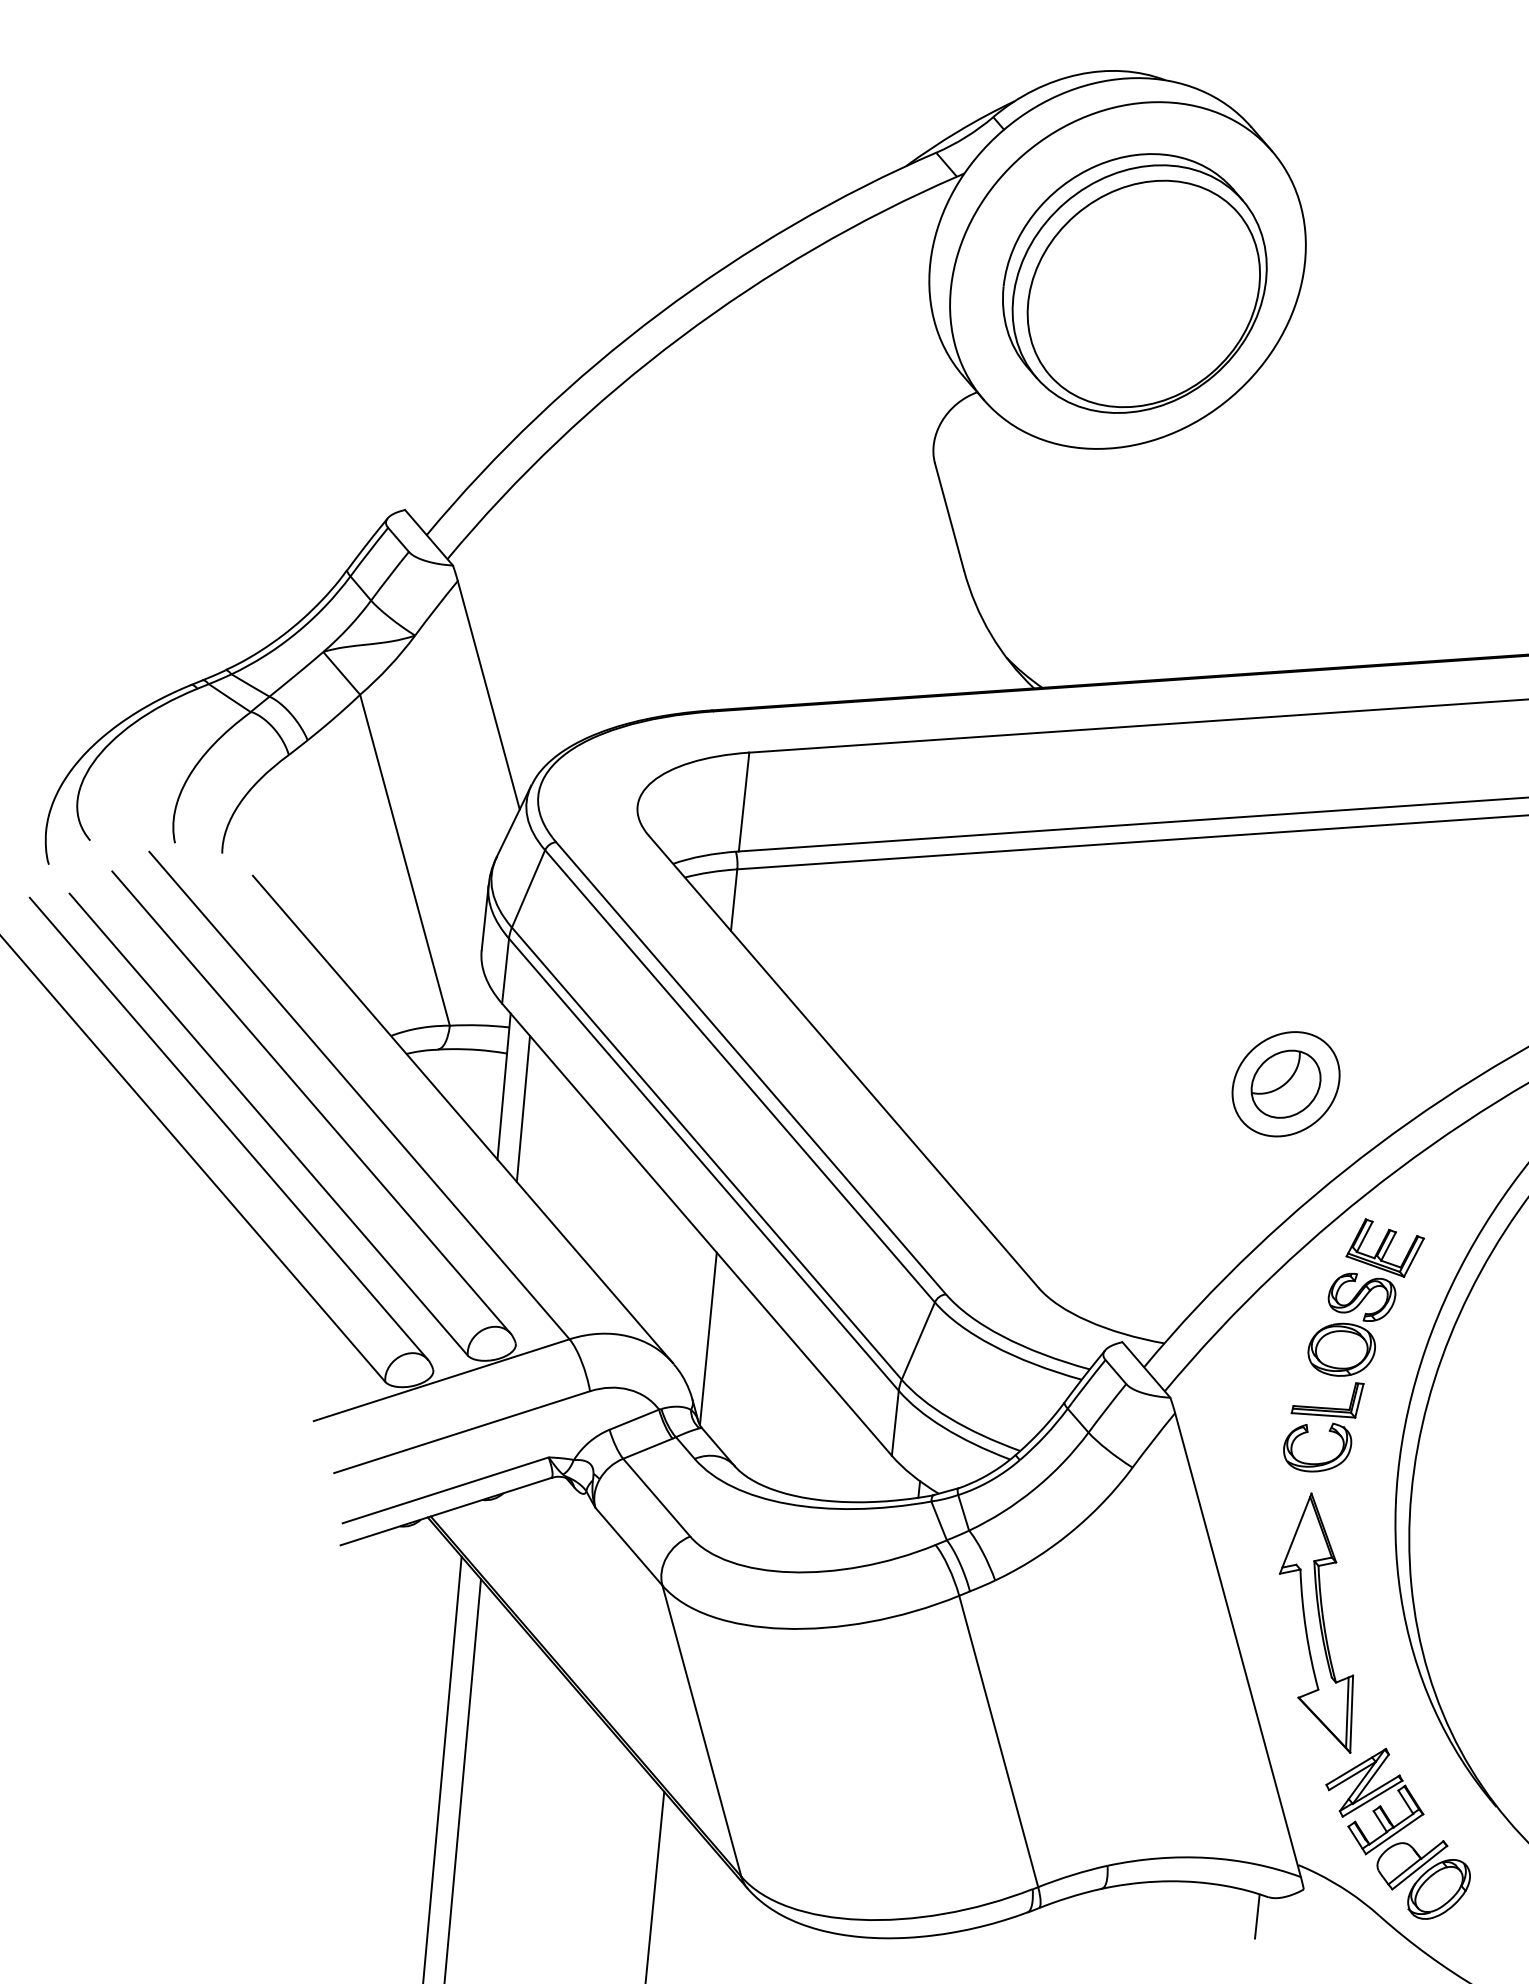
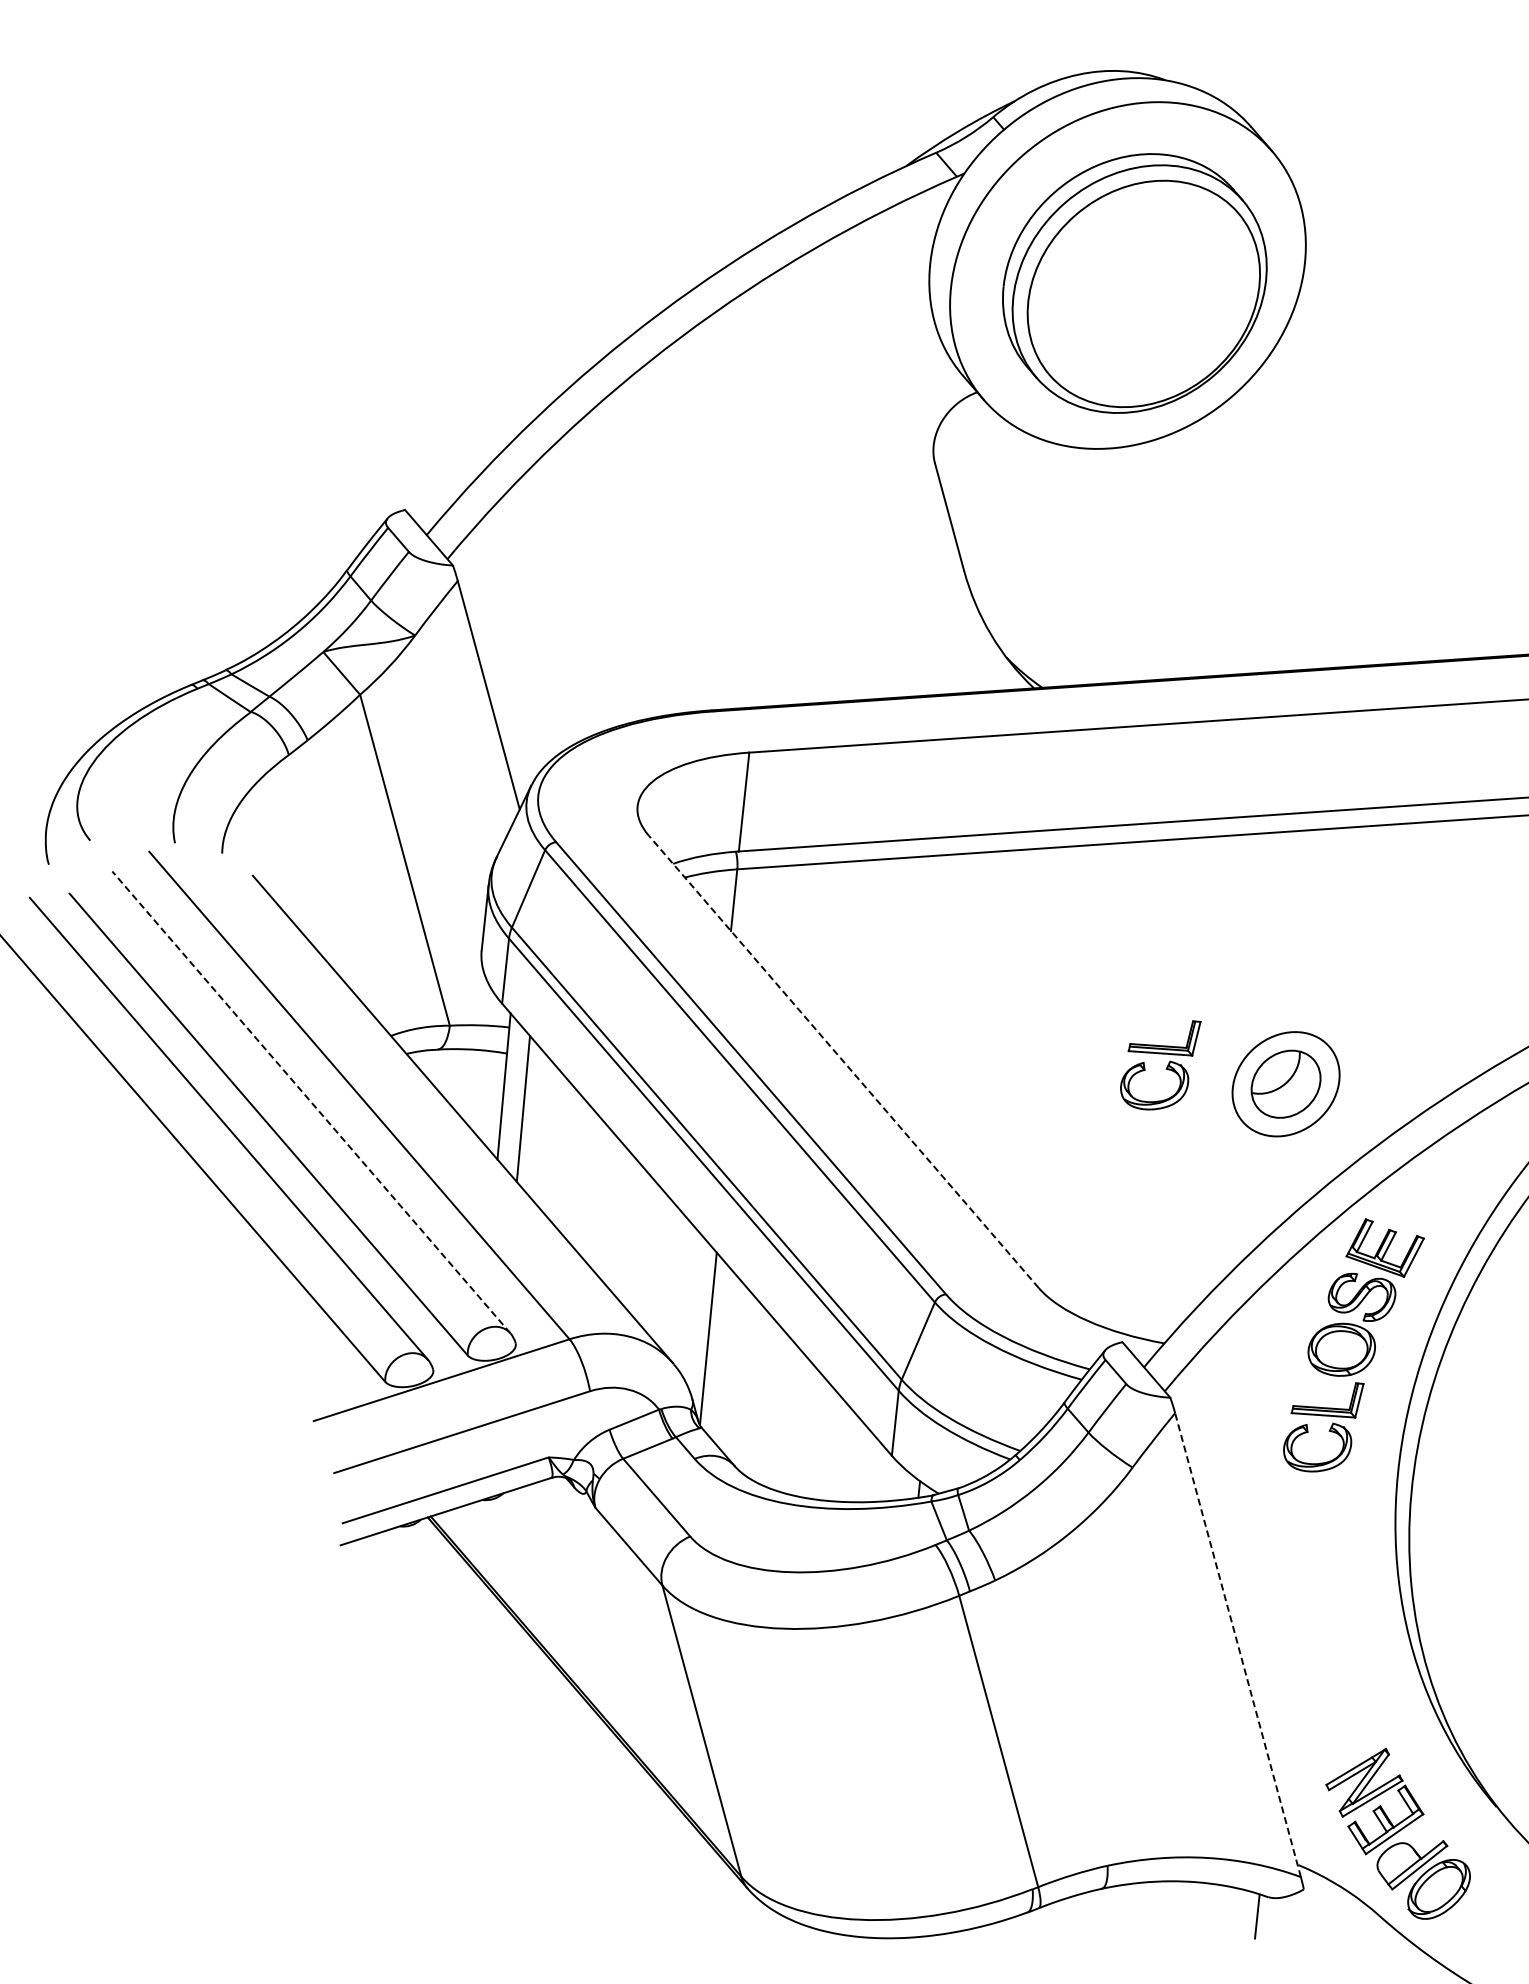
line at (843, 1061): solid -> dashed
part at (1166, 1066): none -> present
line at (311, 1102): solid -> dashed
part at (1316, 1622): present -> none
line at (1237, 1644): solid -> dashed
line at (442, 1768): present -> none
line at (462, 1779): present -> none
line at (654, 1885): present -> none
